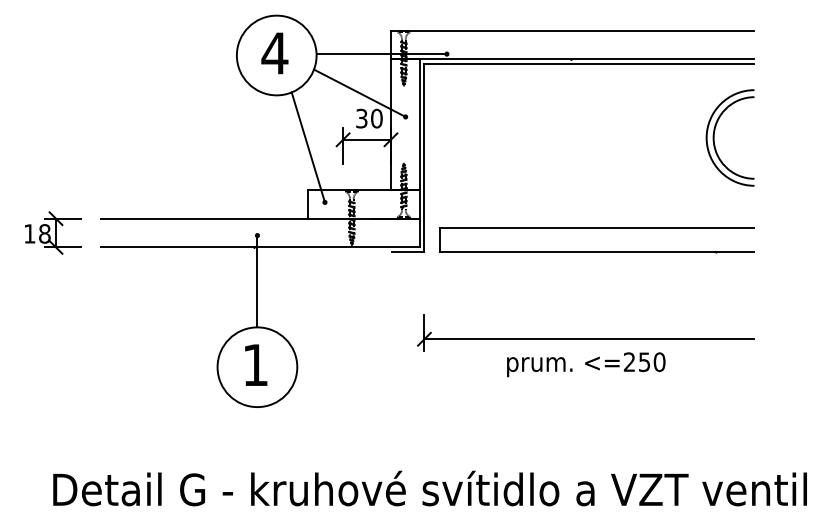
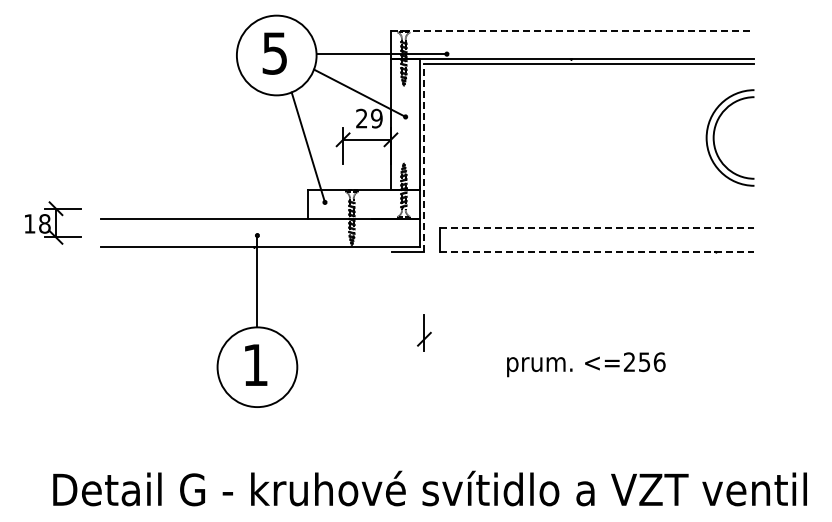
line at (572, 30): solid -> dashed
text at (274, 53): 4 -> 5
text at (369, 118): 30 -> 29
line at (424, 157): solid -> dashed
line at (597, 228): solid -> dashed
part at (53, 232) position: (53, 232) -> (53, 222)
line at (597, 252): solid -> dashed
line at (589, 339): present -> none
text at (659, 361): <=250 -> <=256
